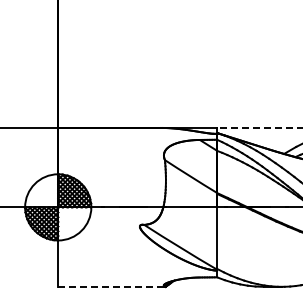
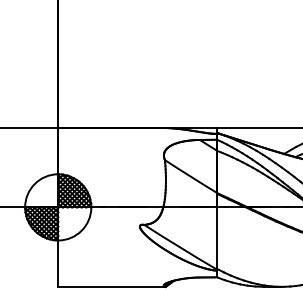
line at (260, 127): dashed -> solid
line at (111, 286): dashed -> solid
